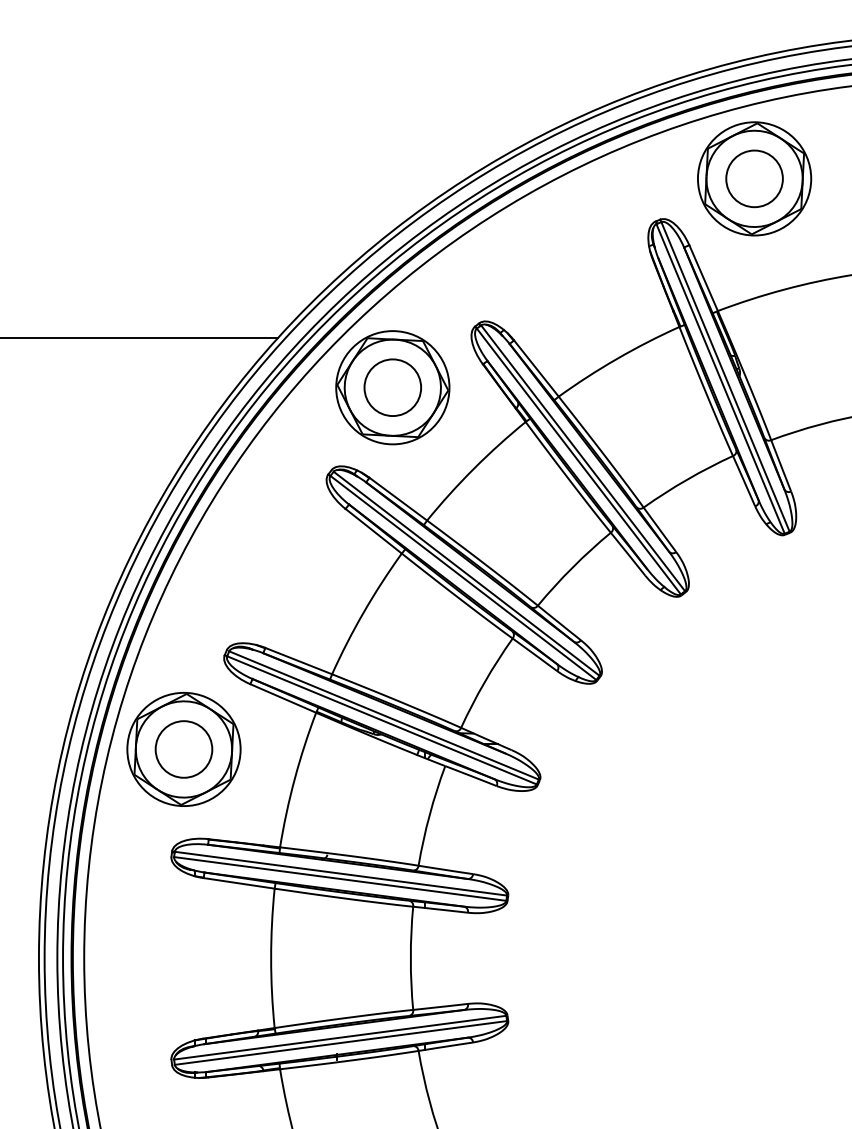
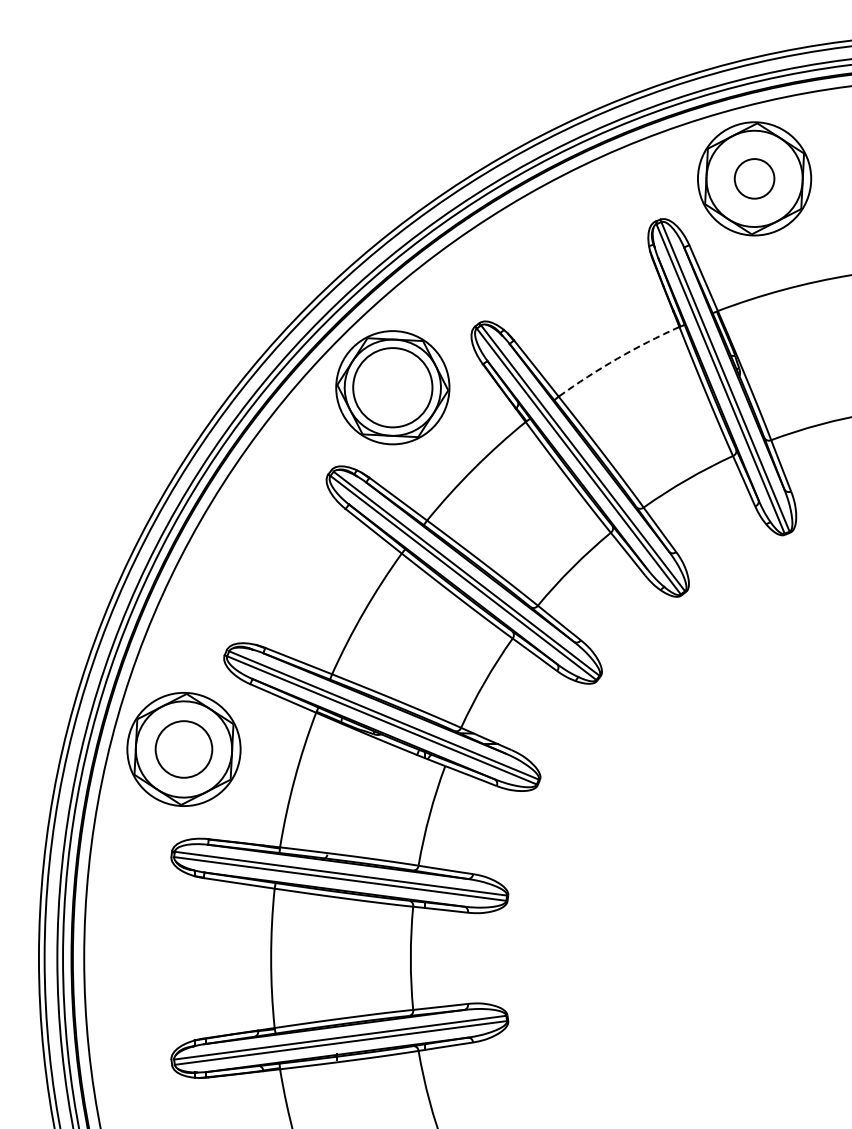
circle at (754, 178) diameter: 57 px -> 40 px
line at (140, 337): present -> none
arc at (617, 358): solid -> dashed
circle at (392, 387) diameter: 57 px -> 79 px
